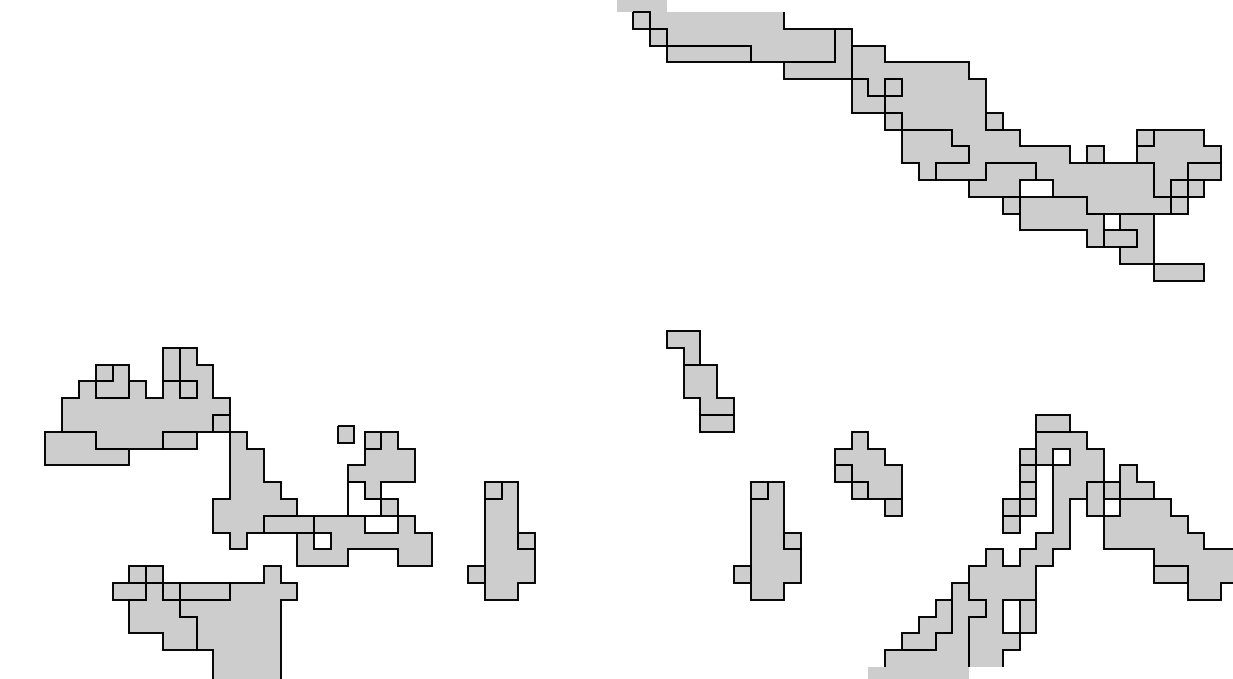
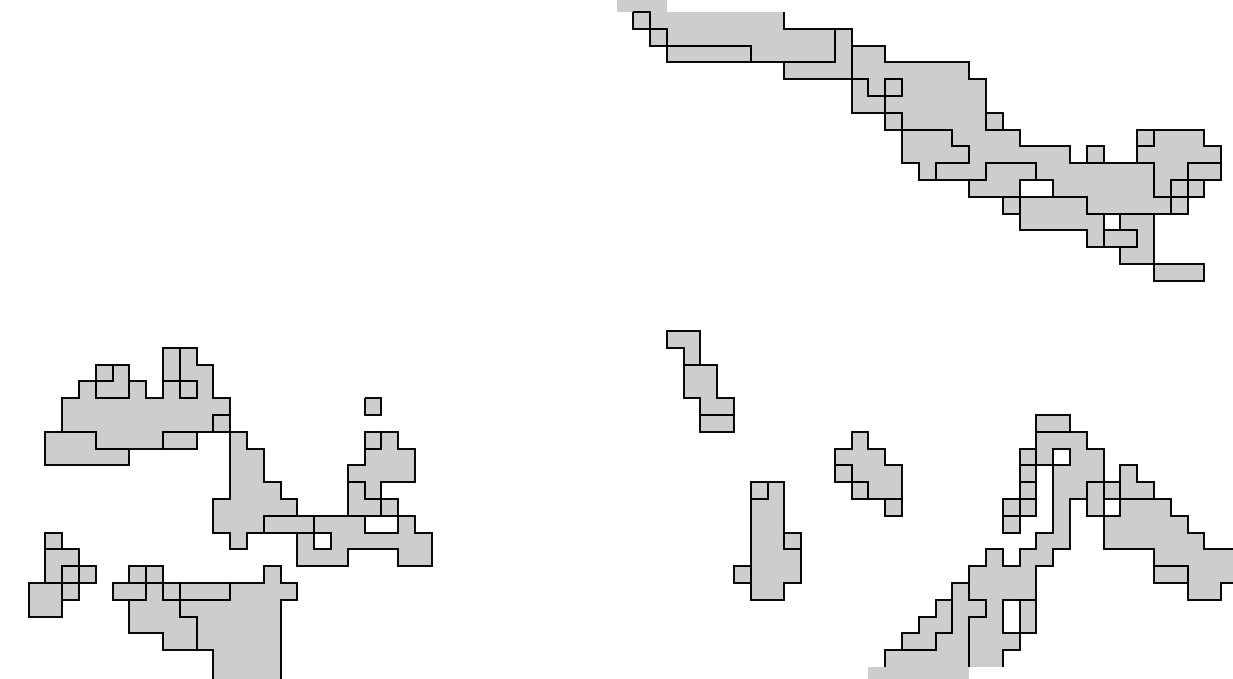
part at (345, 434) position: (345, 434) -> (372, 406)
fill at (364, 498): none -> present
part at (501, 540): present -> none
part at (62, 574): none -> present
